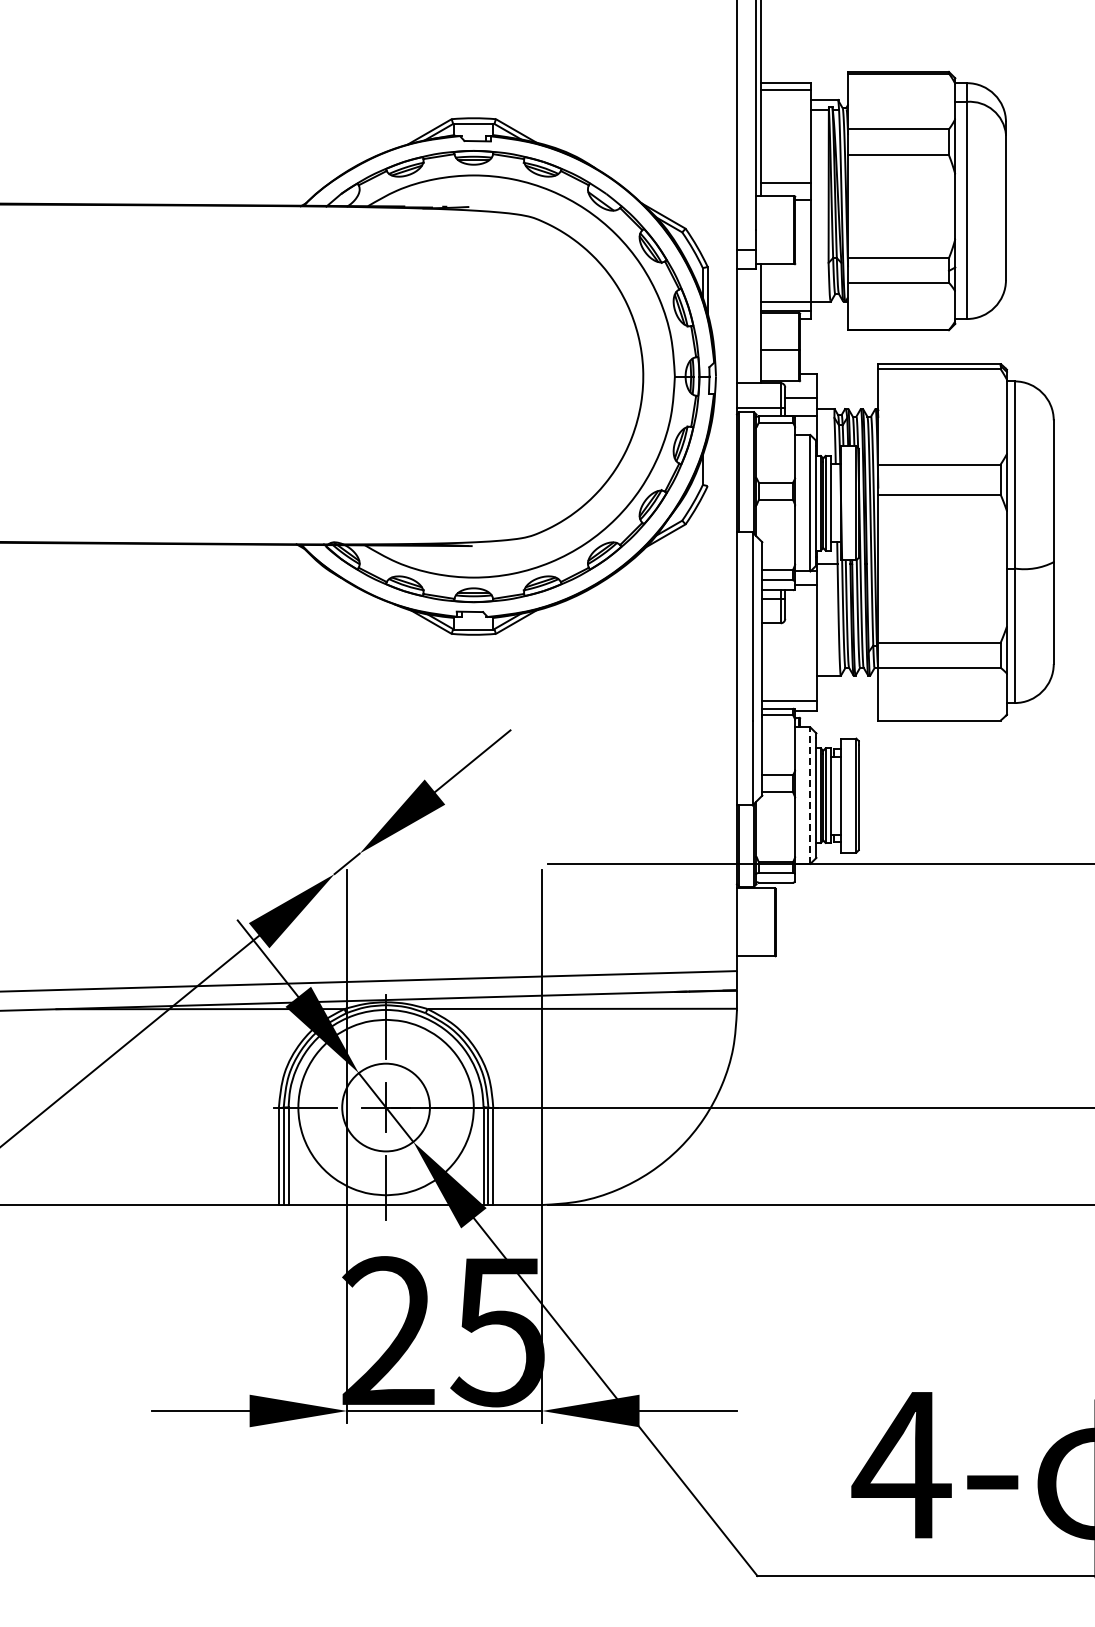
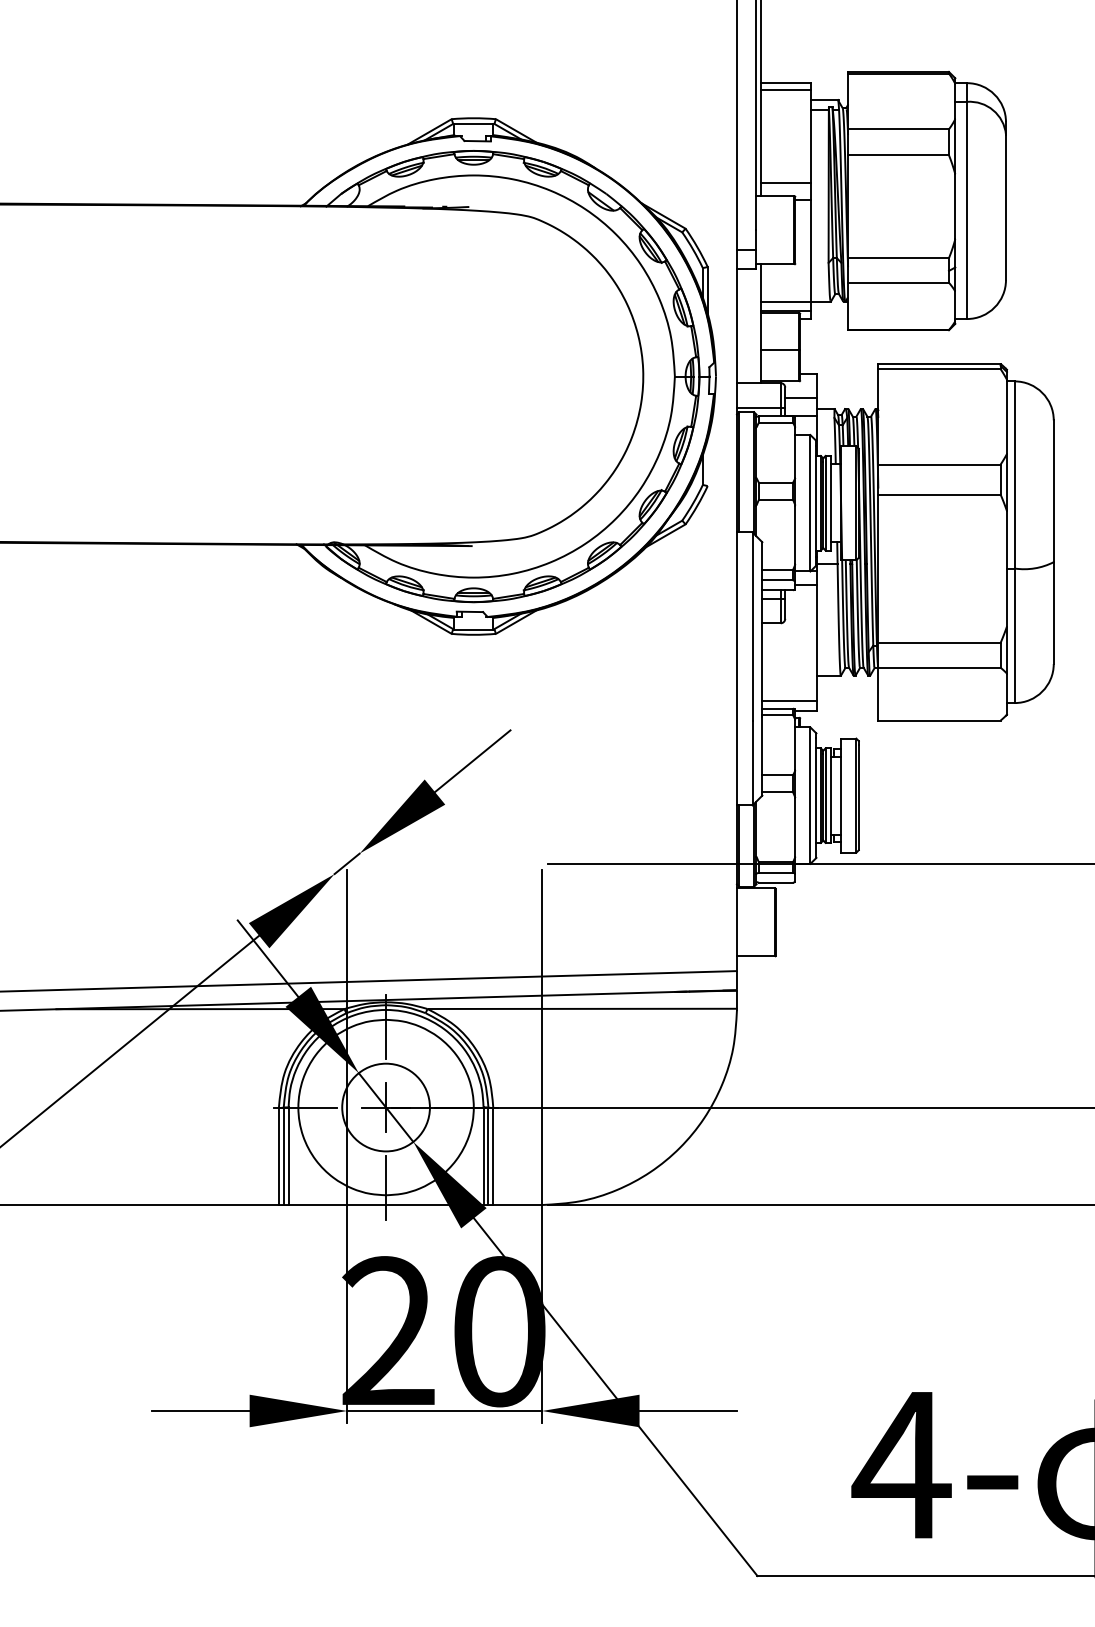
line at (810, 795): dashed -> solid
text at (497, 1331): 25 -> 20
